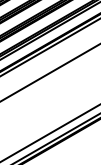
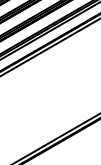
line at (49, 72): present -> none
line at (49, 133): present -> none
